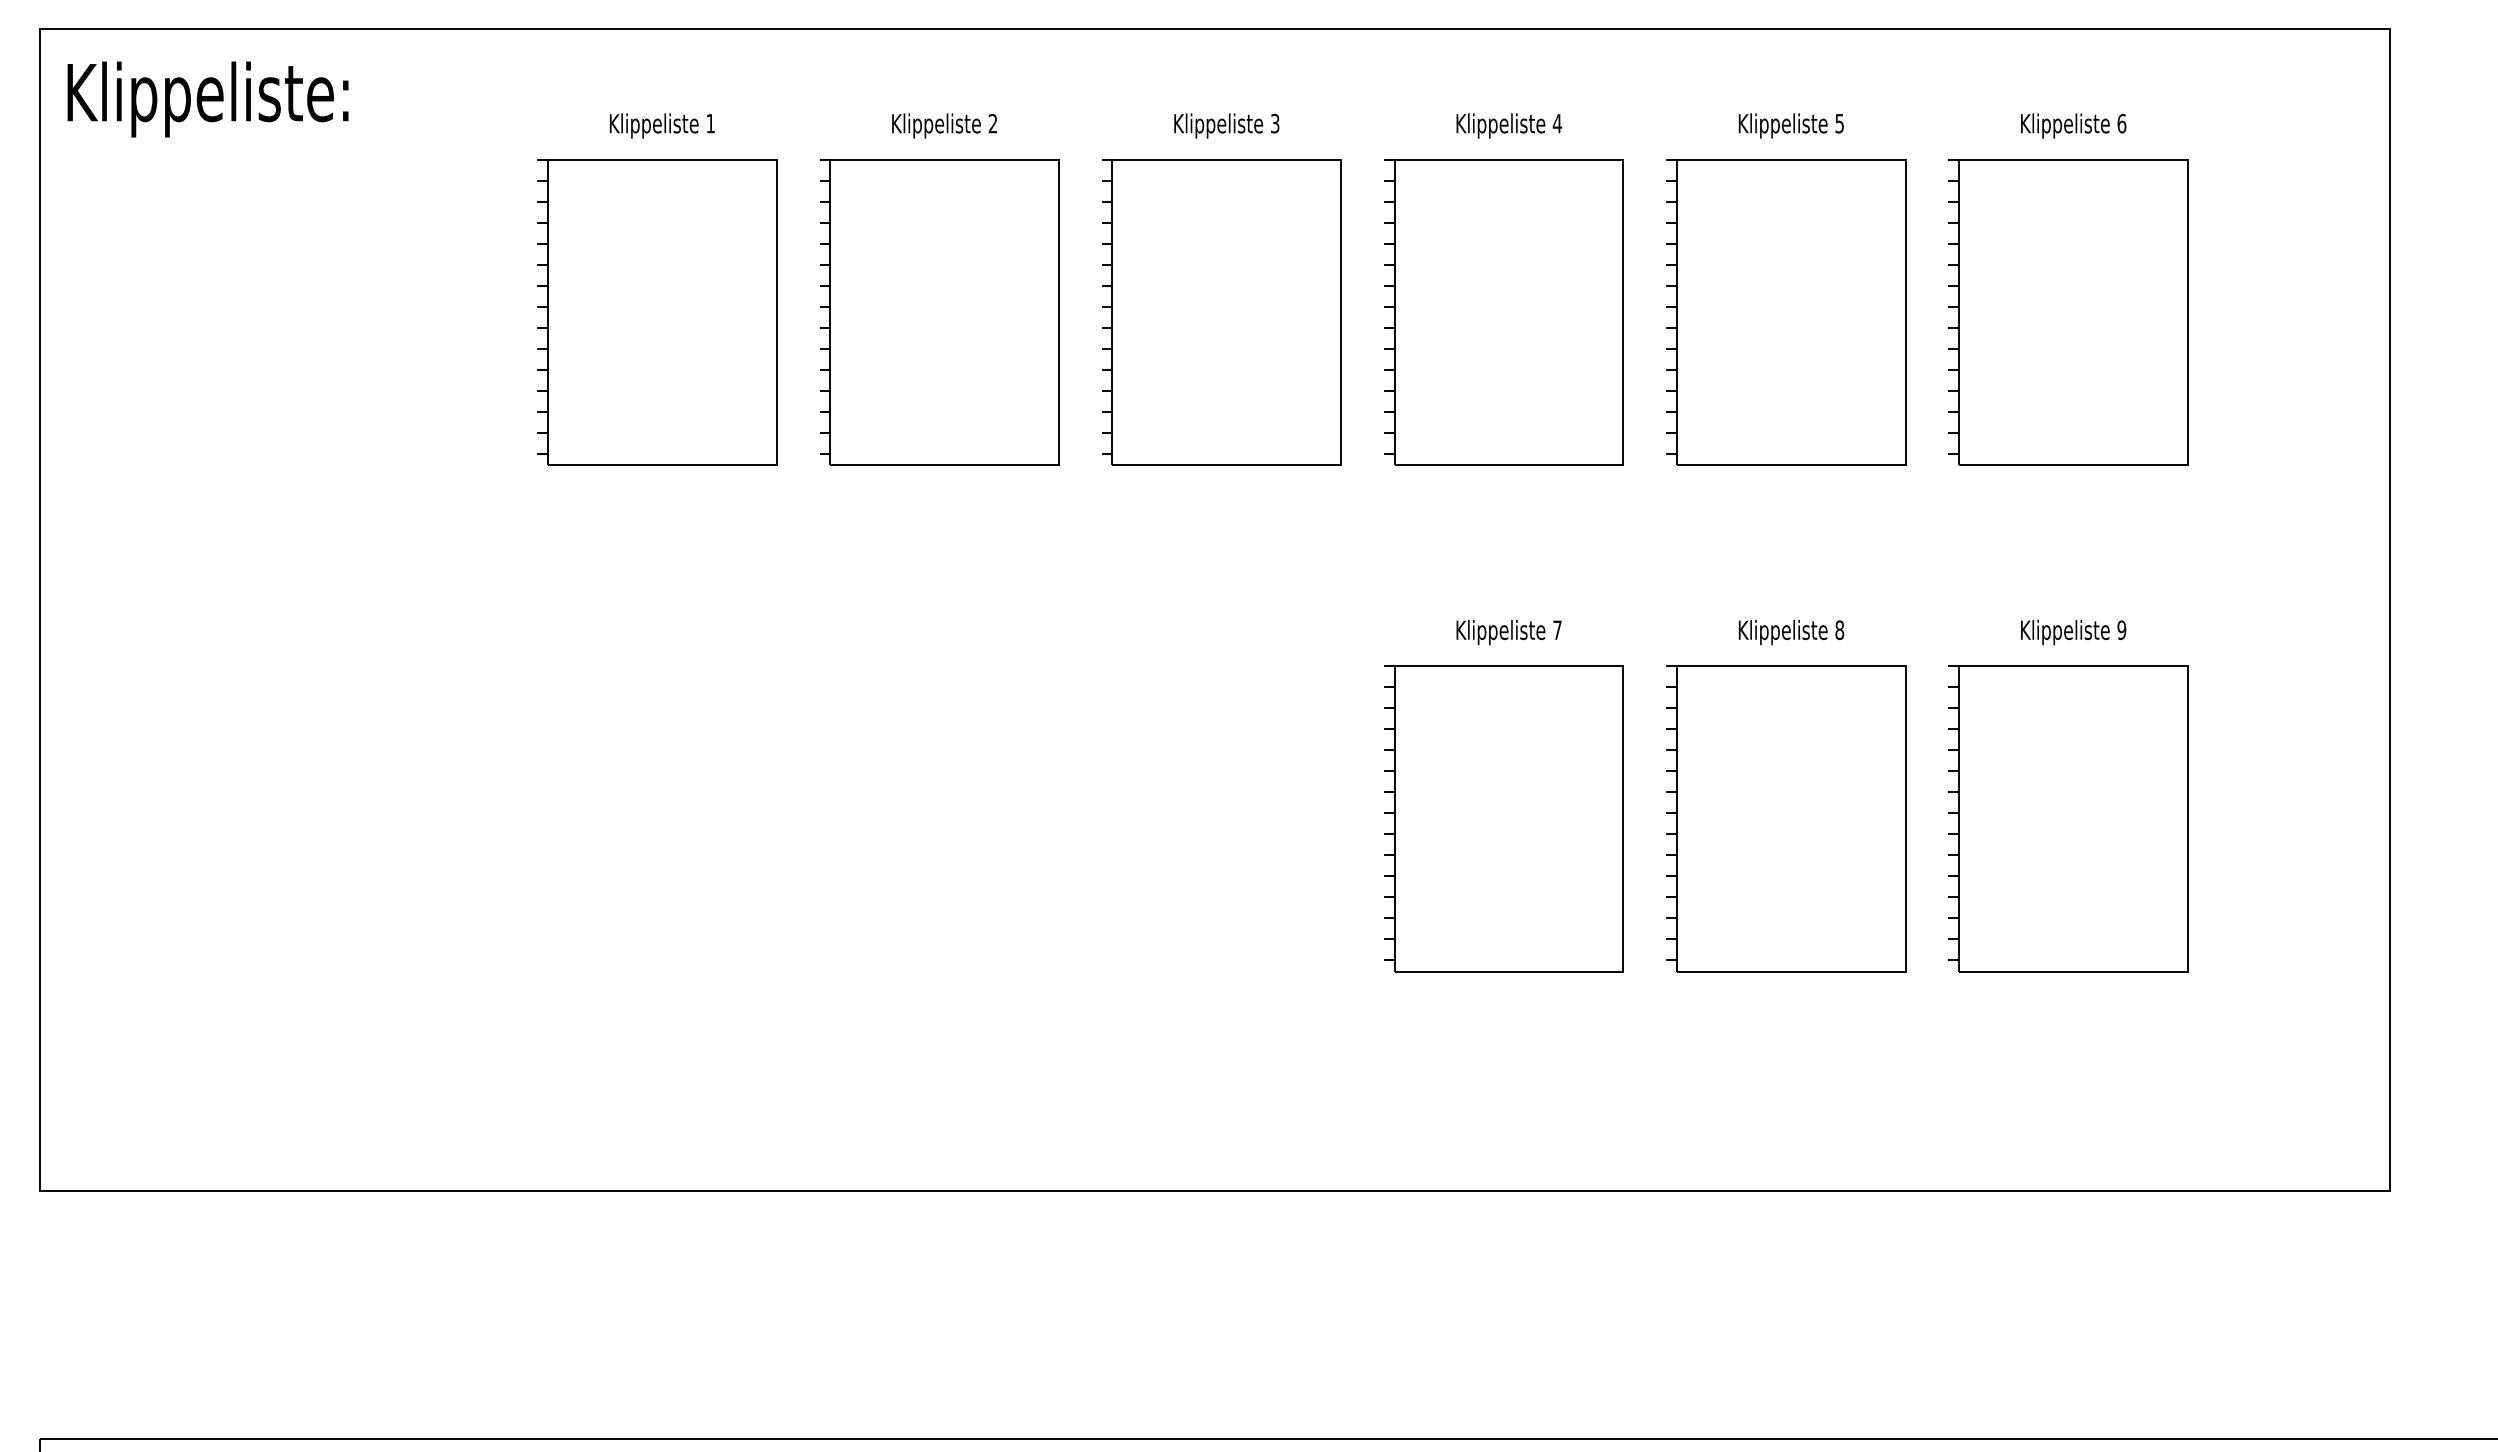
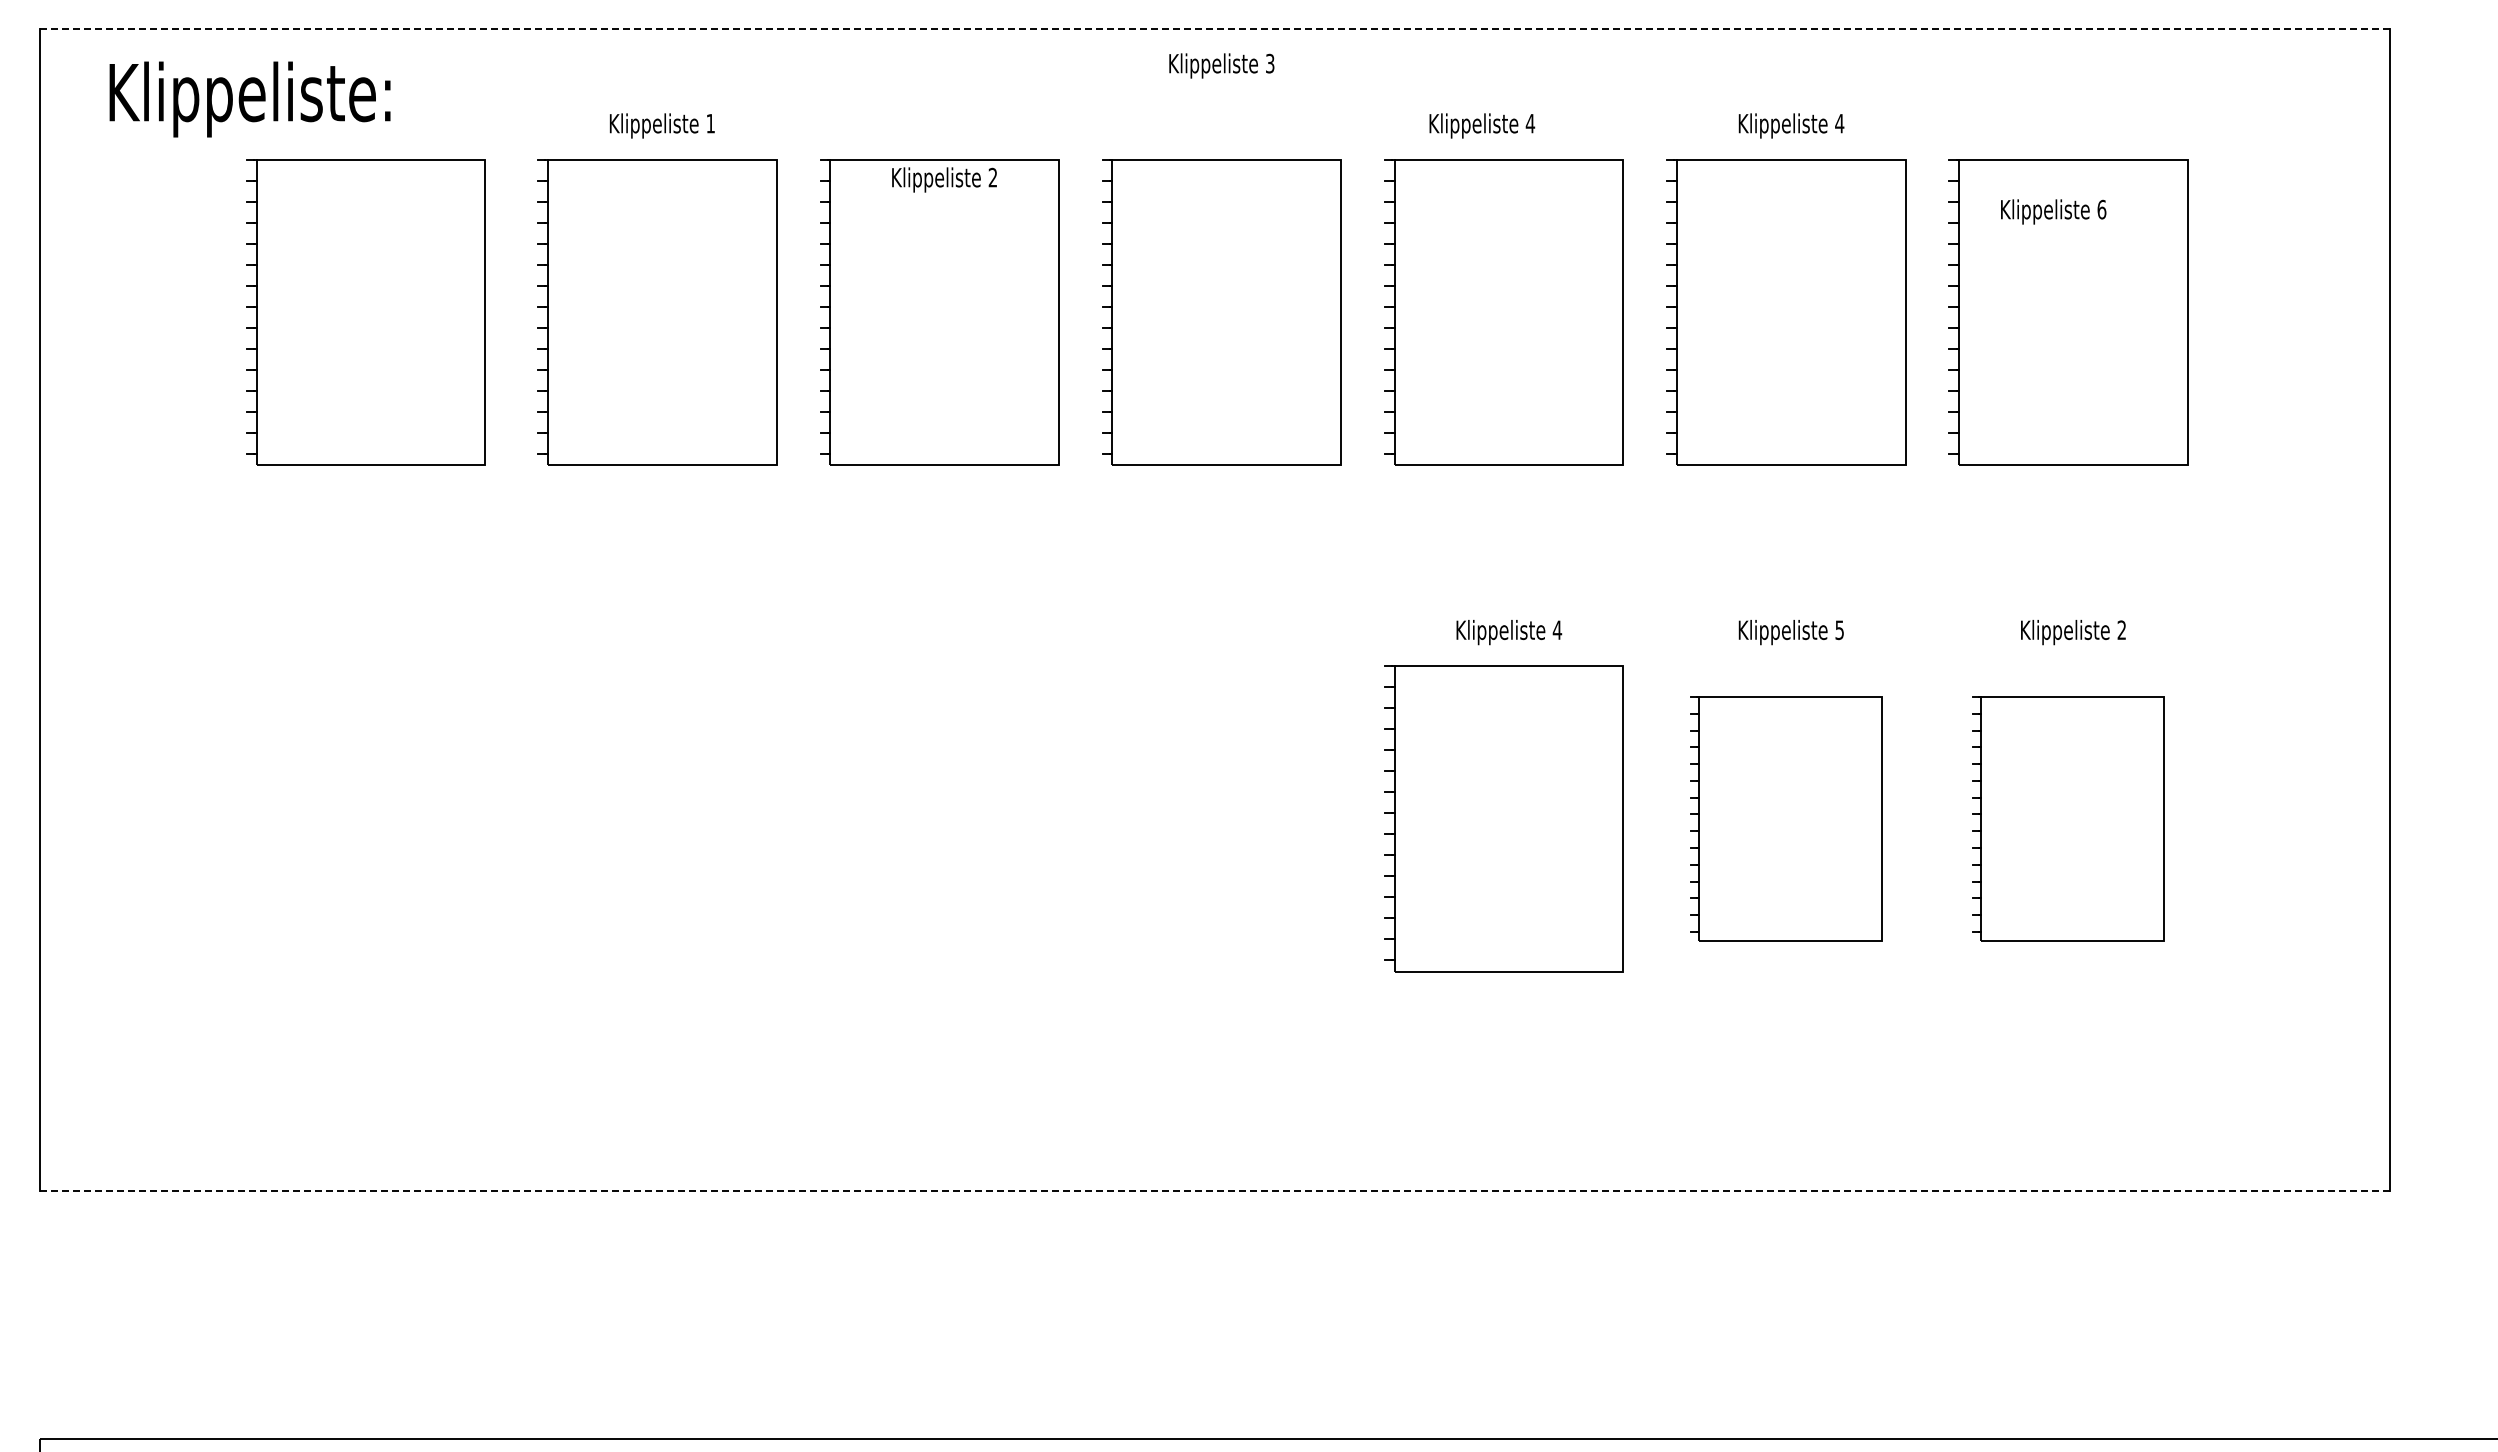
line at (1215, 29): solid -> dashed
text at (207, 99) position: (207, 99) -> (249, 99)
text at (1839, 123): 5 -> 4
text at (944, 125) position: (944, 125) -> (944, 179)
text at (1226, 125) position: (1226, 125) -> (1221, 65)
text at (1509, 125) position: (1509, 125) -> (1482, 125)
text at (2073, 125) position: (2073, 125) -> (2053, 211)
part at (365, 312): none -> present
text at (1557, 629): 7 -> 4
text at (1839, 630): 8 -> 5
text at (2121, 630): 9 -> 2
part at (1786, 818) size: 241x308 px -> 193x246 px
part at (2068, 818) size: 241x308 px -> 193x246 px
line at (1214, 1191): solid -> dashed
